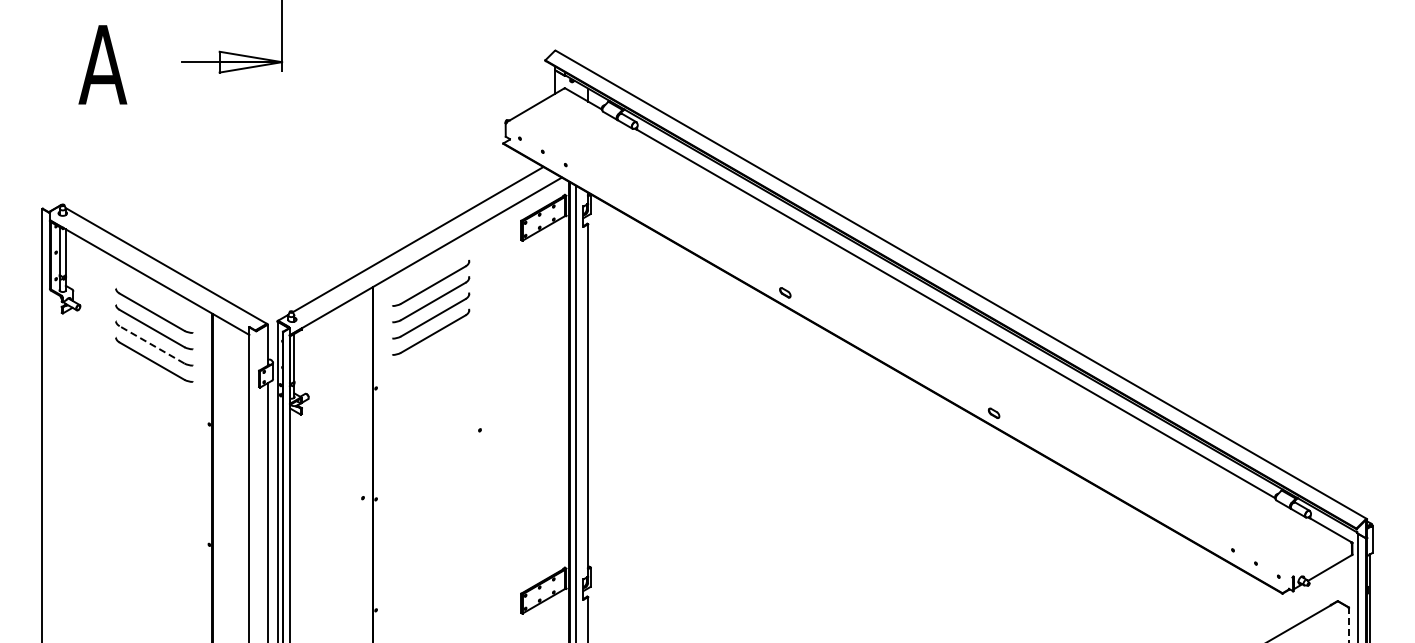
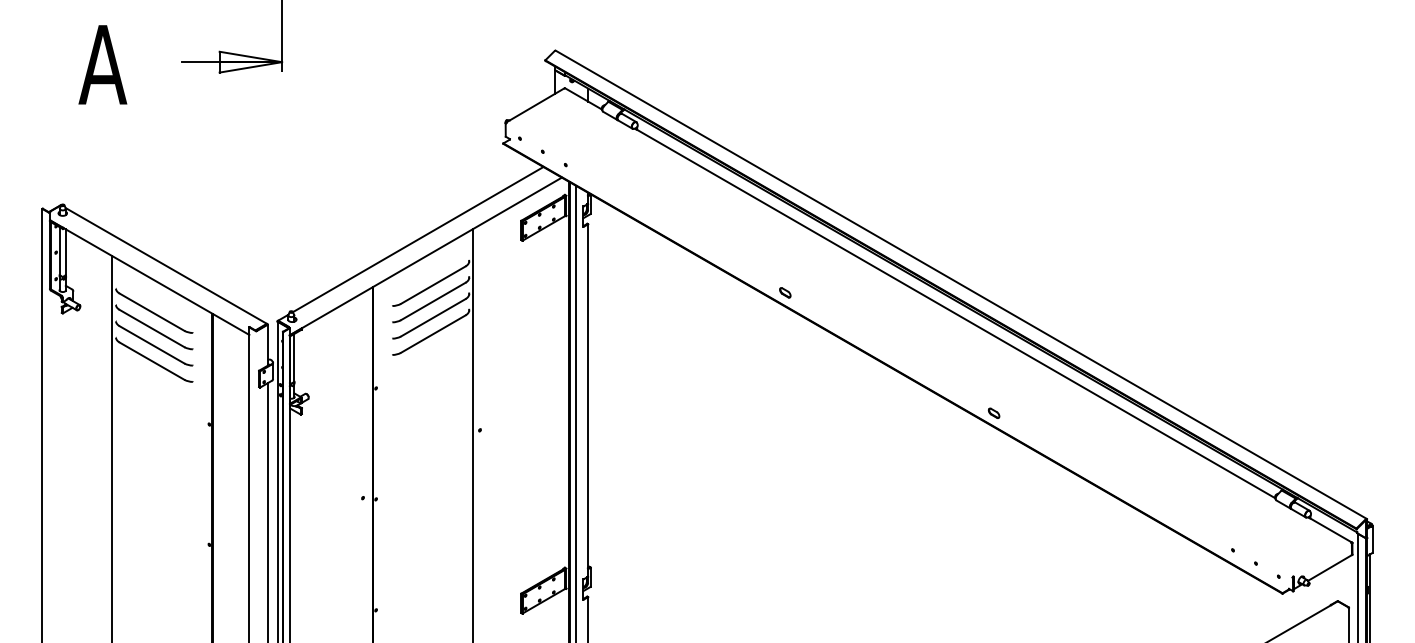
line at (151, 344): dashed -> solid
line at (473, 434): none -> present
line at (112, 447): none -> present
line at (1349, 624): dashed -> solid
